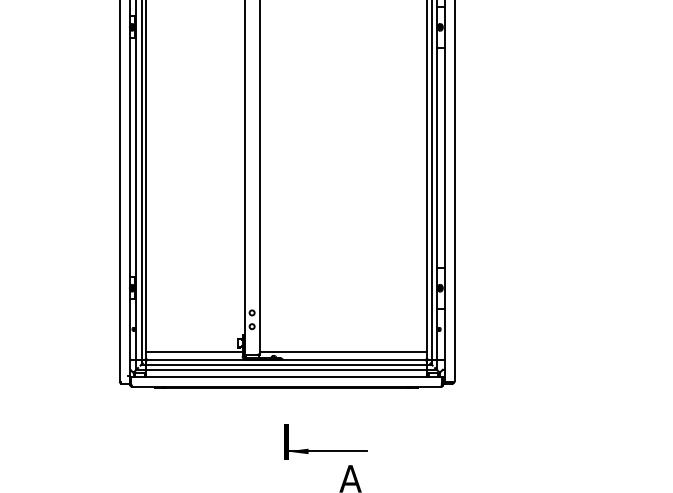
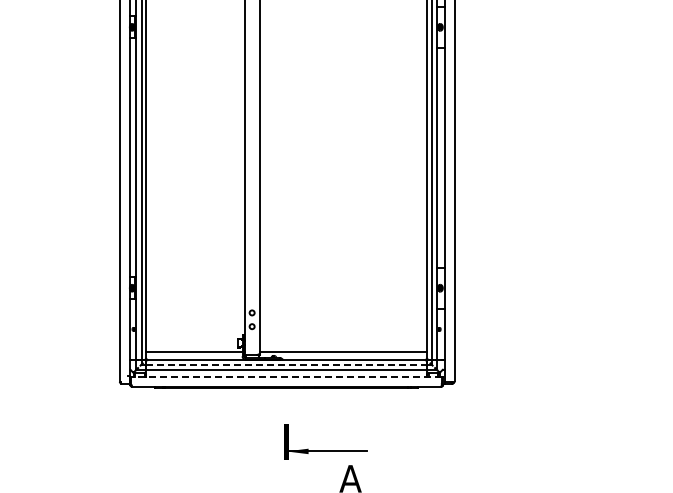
line at (286, 364): solid -> dashed
line at (286, 376): solid -> dashed
